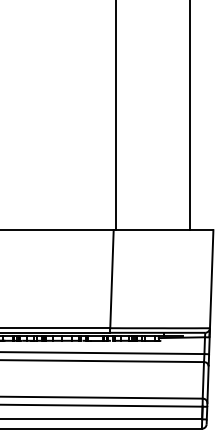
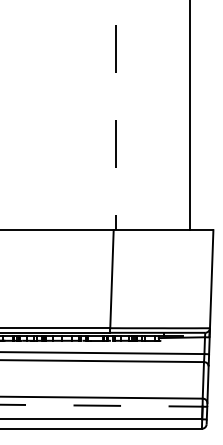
line at (116, 115): solid -> dashed
line at (101, 405): solid -> dashed
